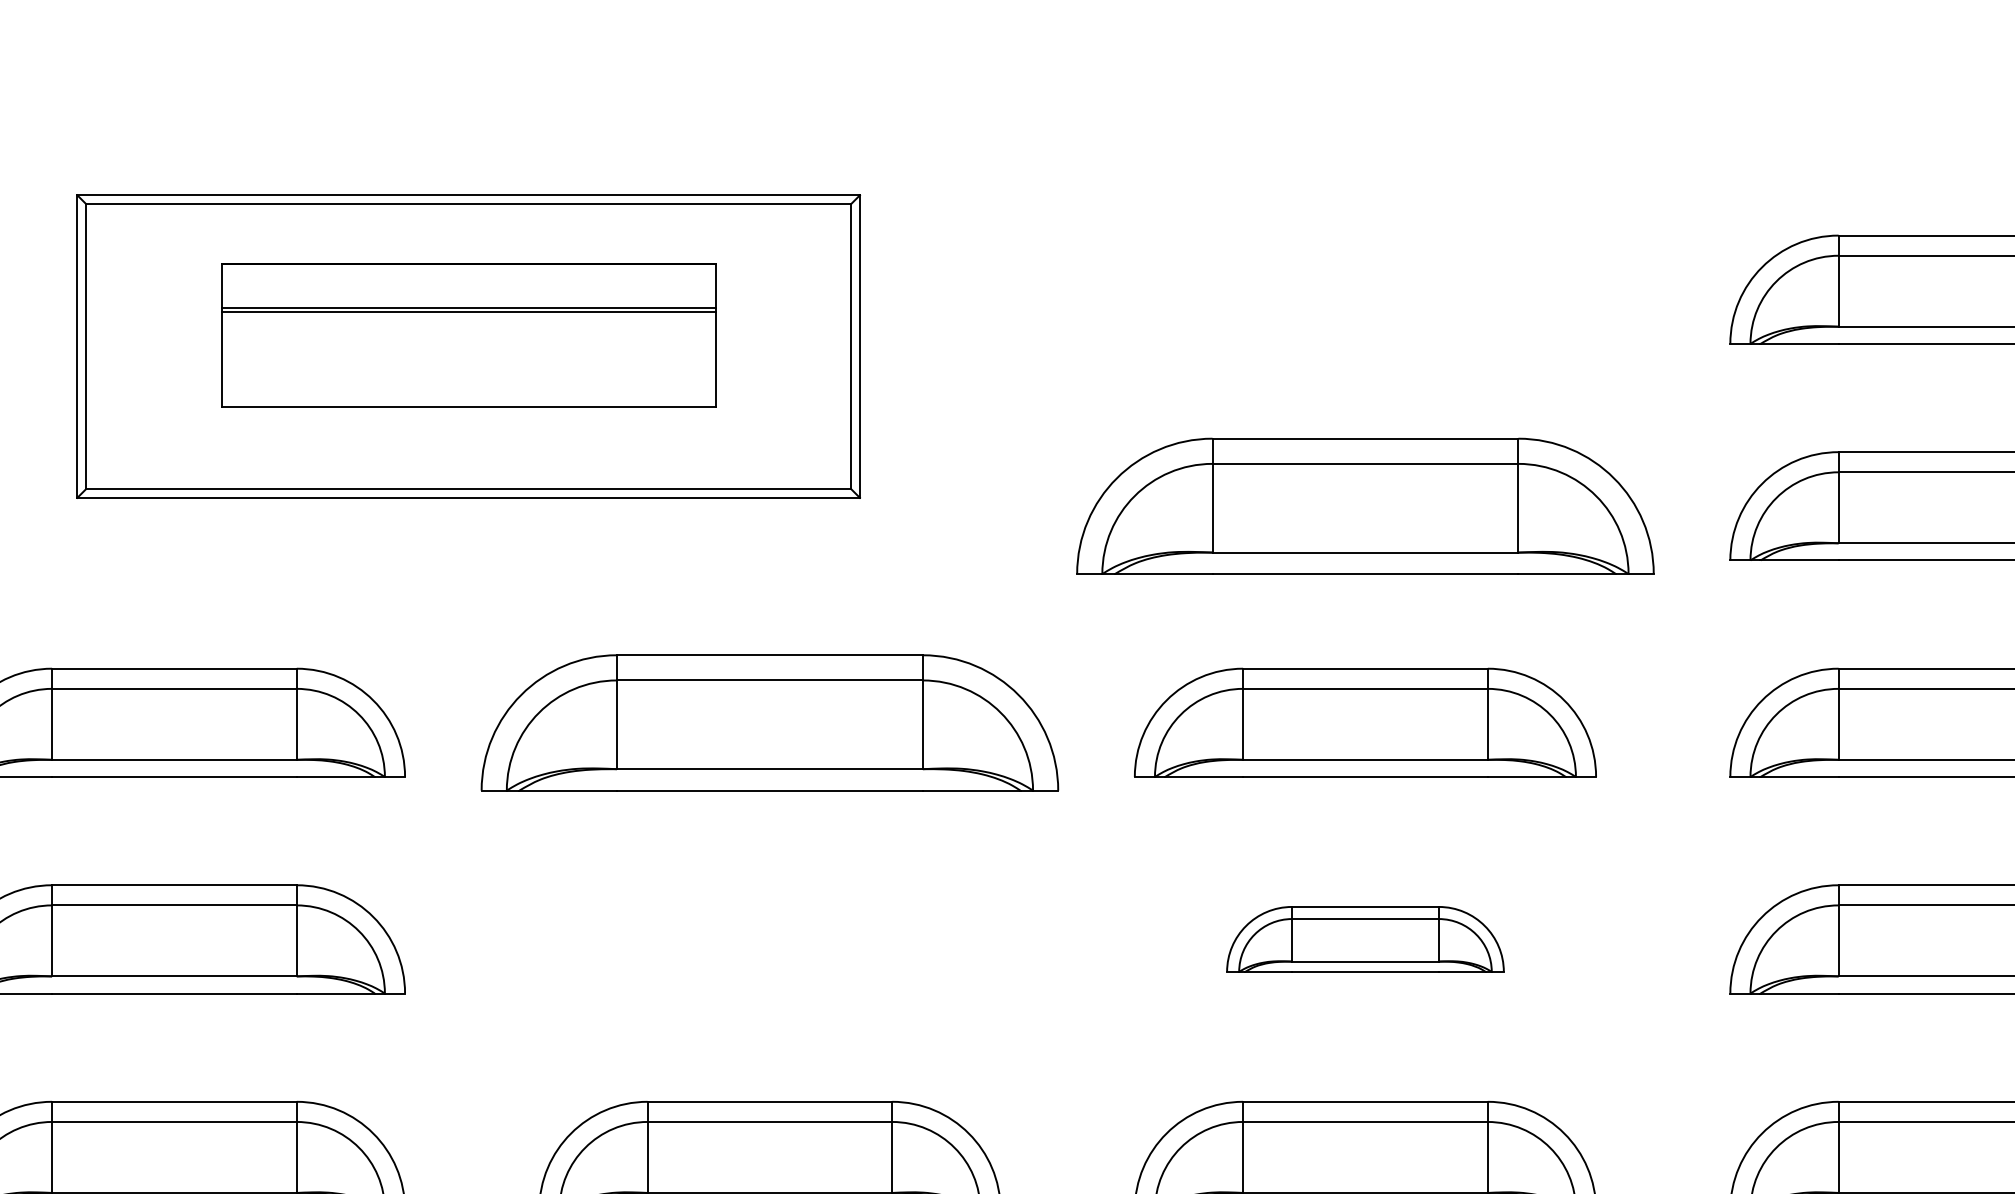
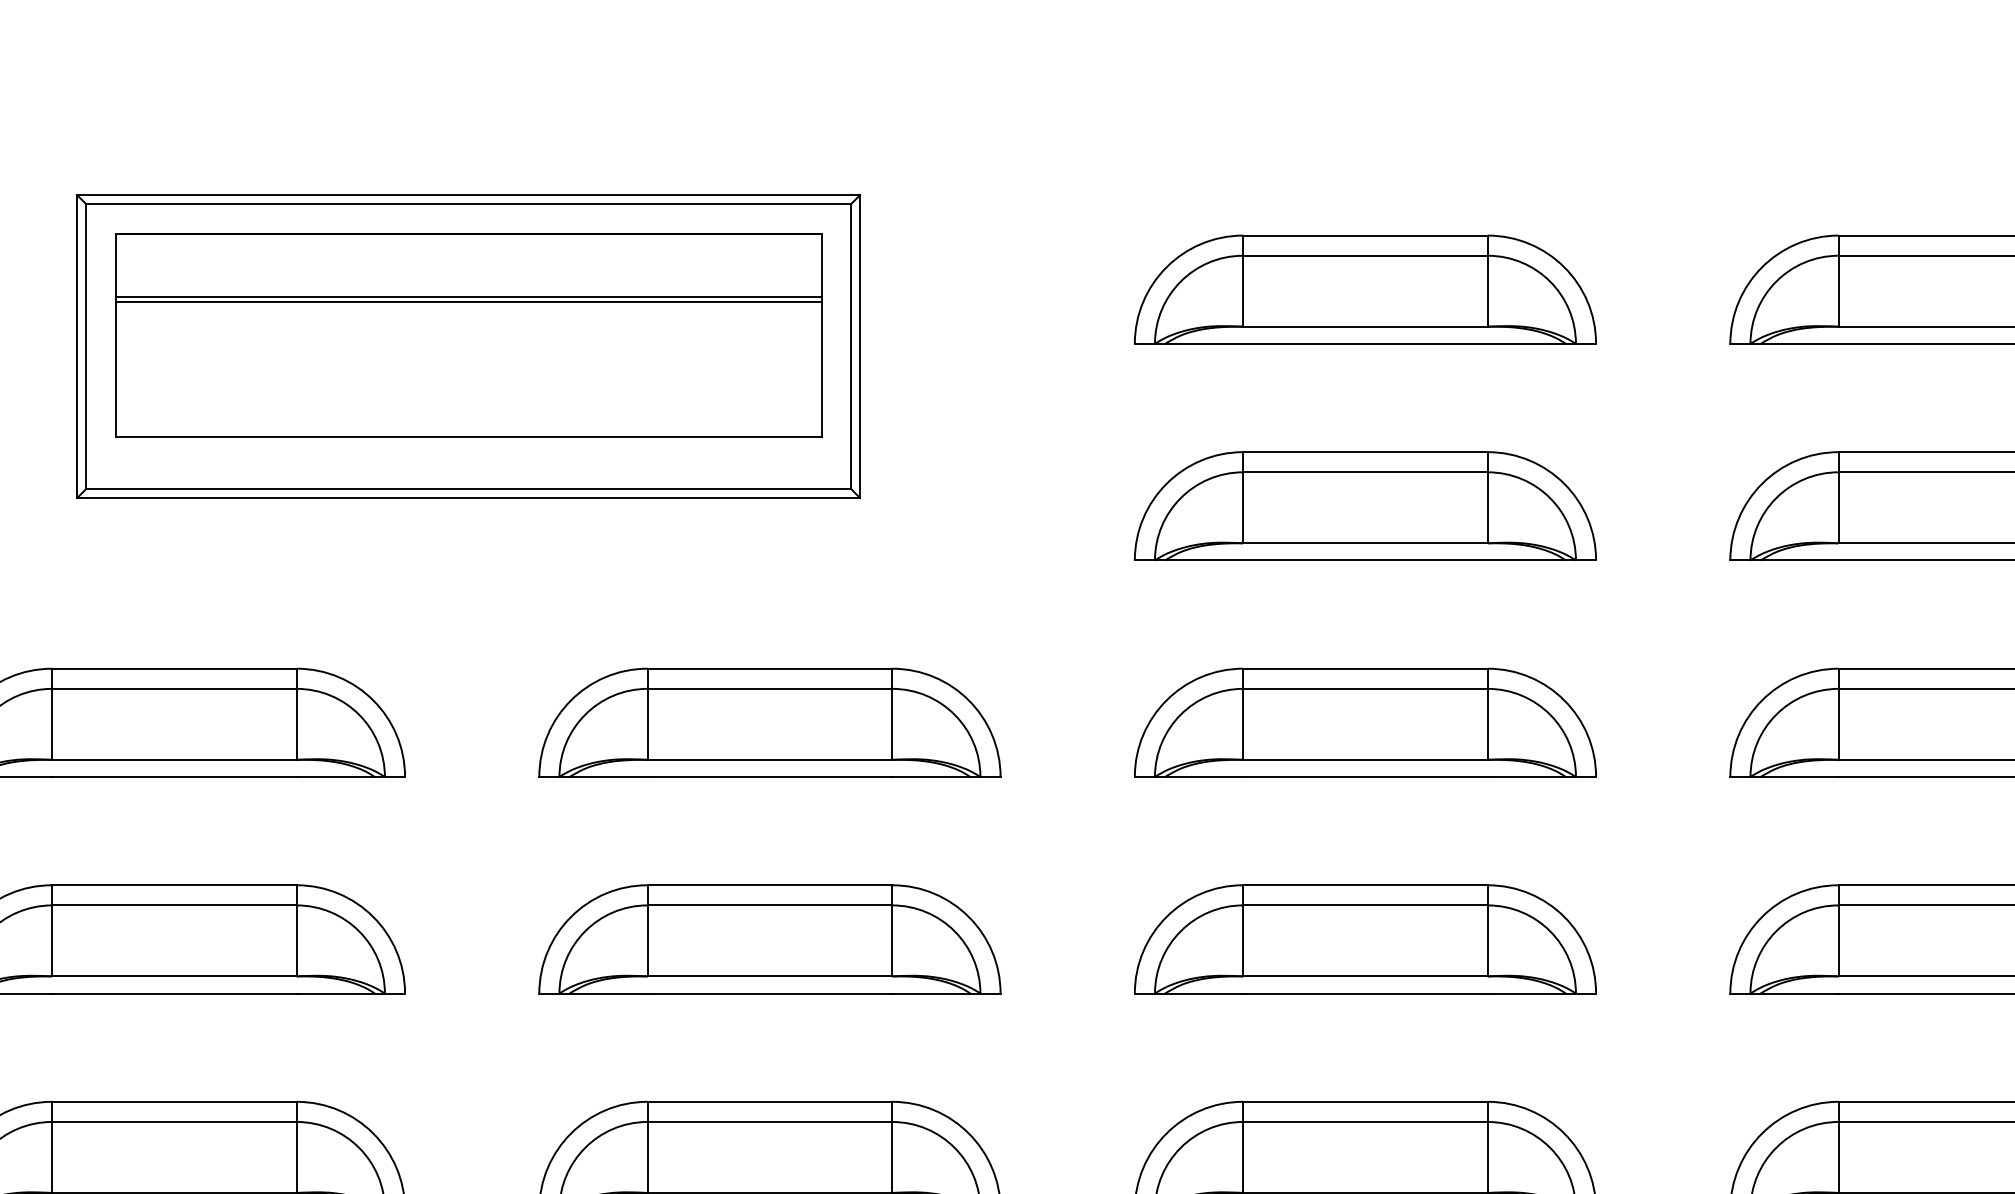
part at (1365, 289): none -> present
part at (468, 335) size: 496x145 px -> 708x205 px
part at (1365, 505) size: 579x138 px -> 463x110 px
part at (769, 722) size: 580x138 px -> 464x111 px
part at (769, 939): none -> present
part at (1365, 939) size: 279x67 px -> 463x111 px
